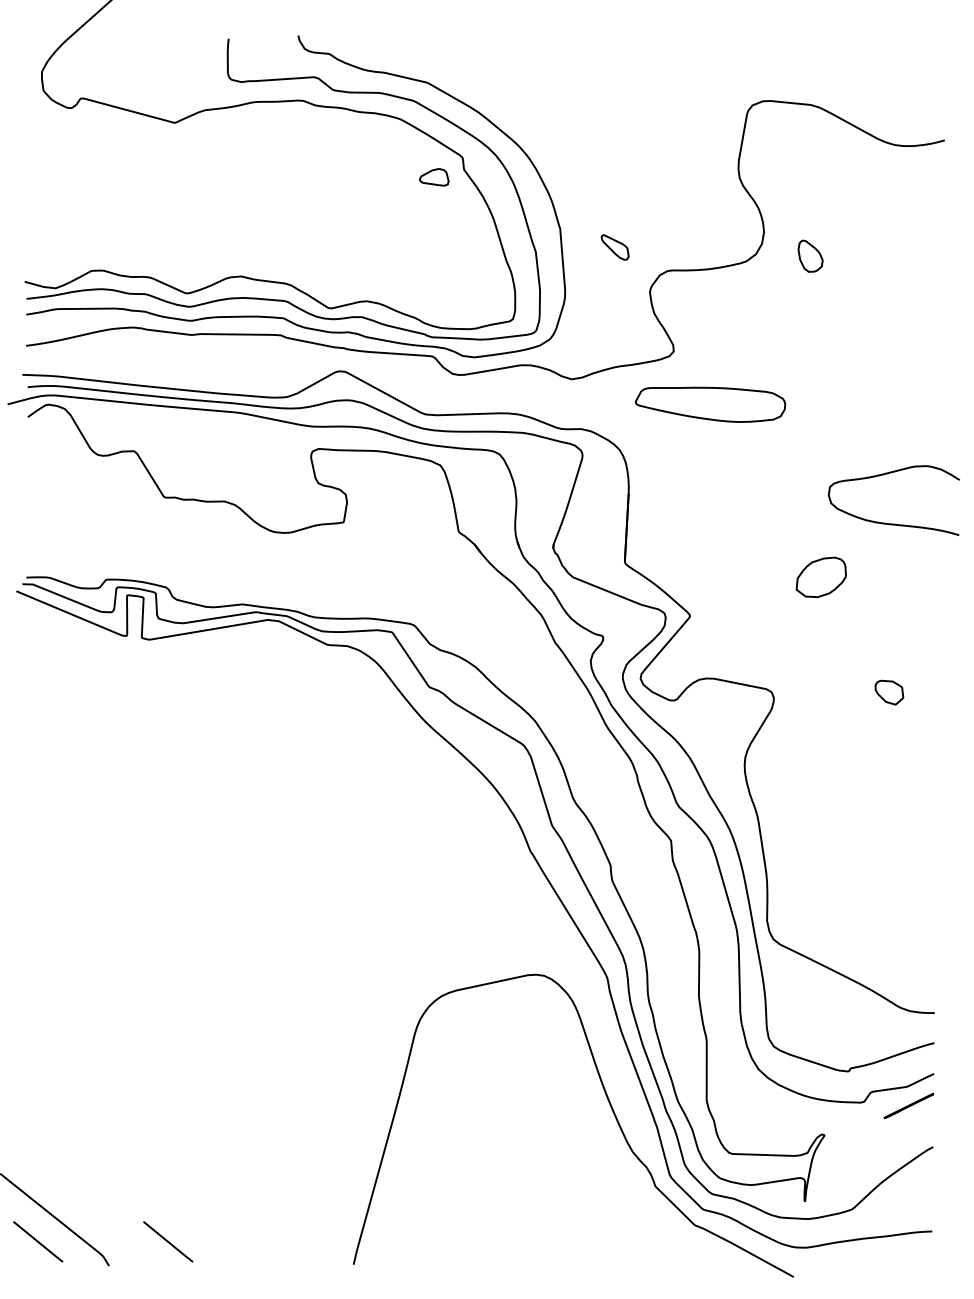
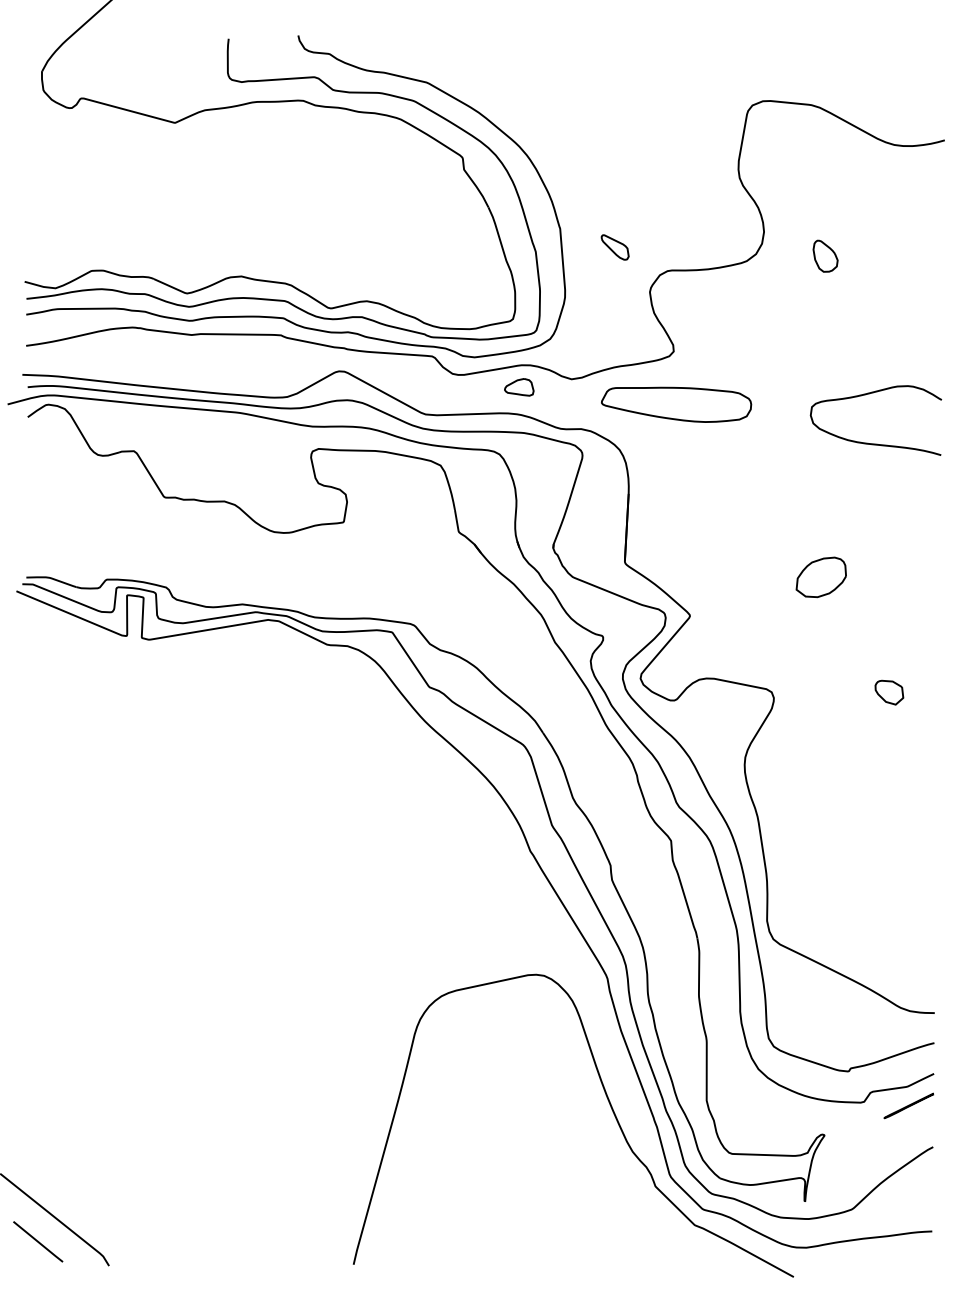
part at (434, 177) position: (434, 177) -> (519, 387)
part at (810, 255) position: (810, 255) -> (825, 255)
part at (710, 404) position: (710, 404) -> (676, 404)
curve at (893, 523) position: (893, 523) -> (875, 443)
line at (168, 1241): present -> none
